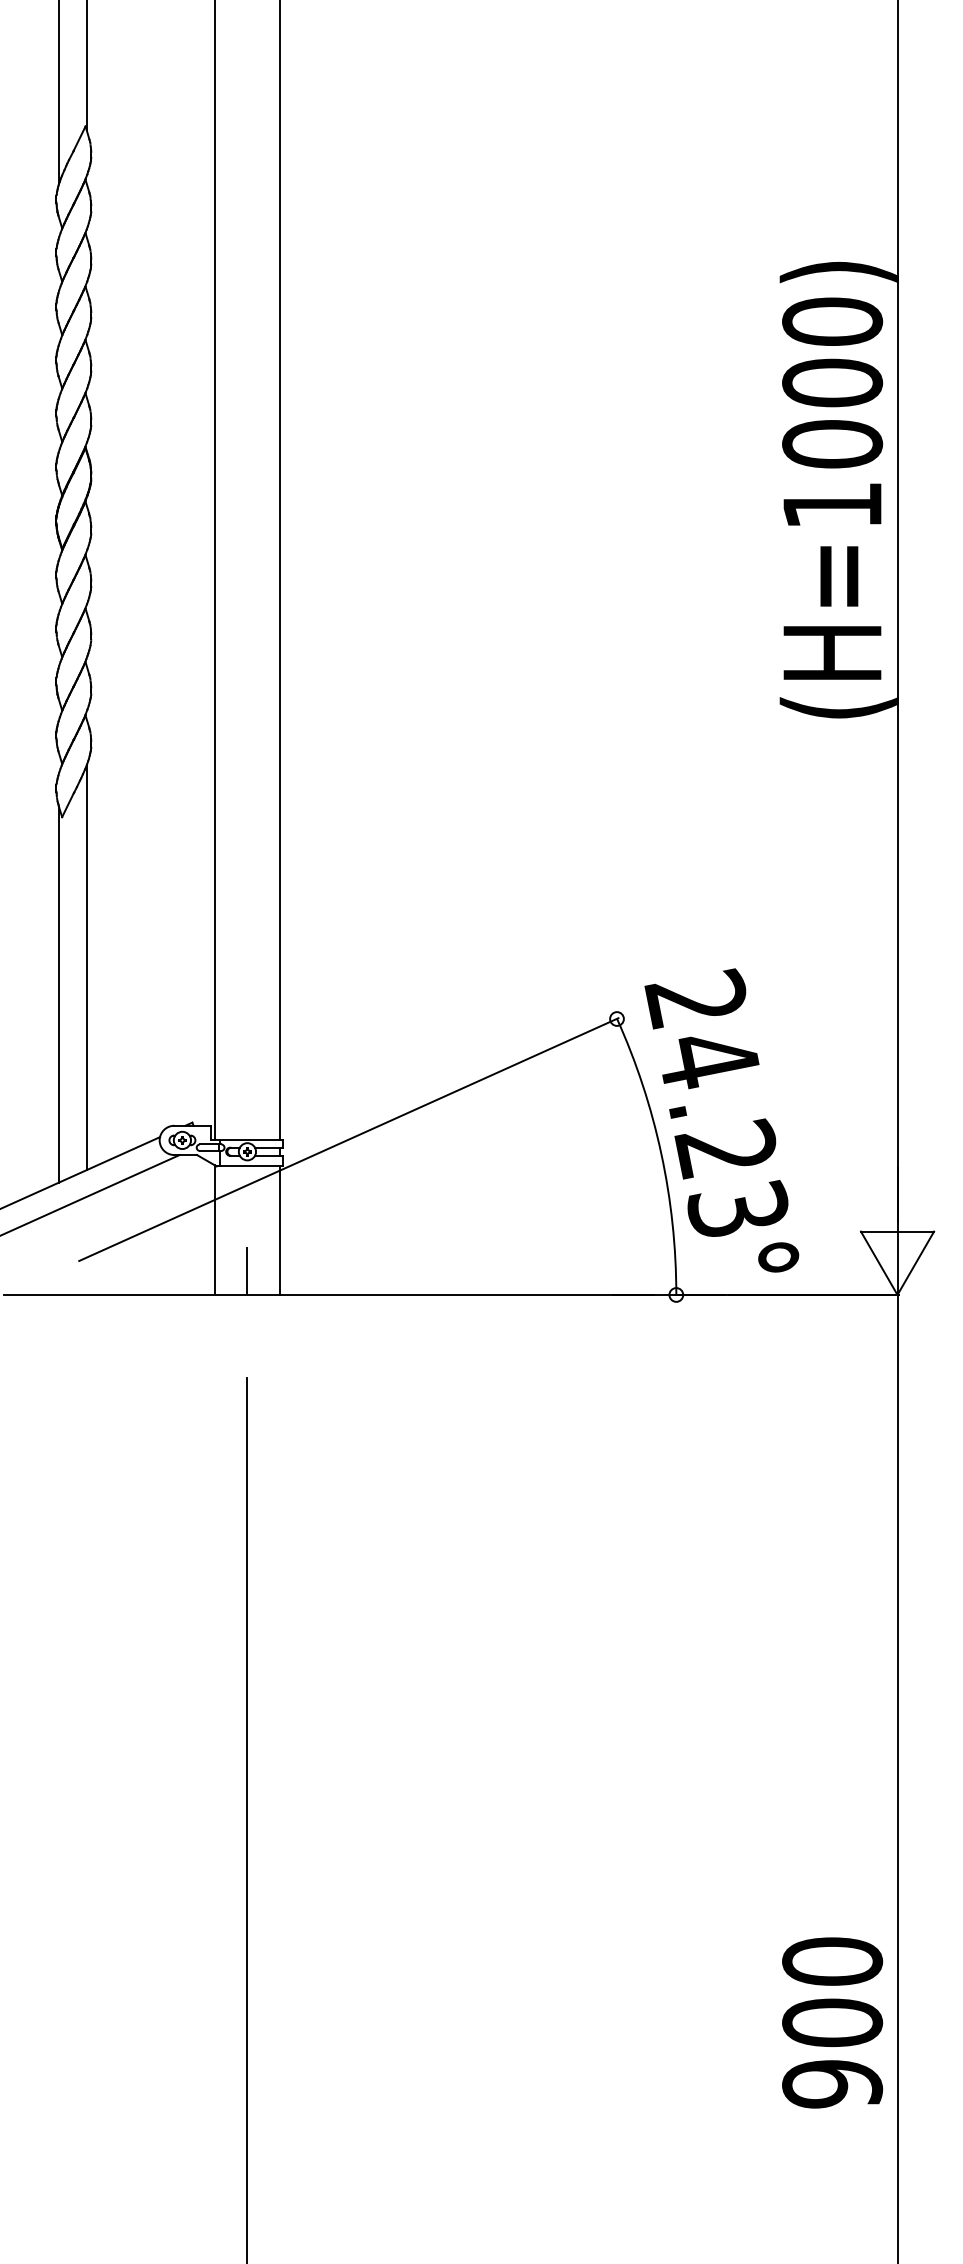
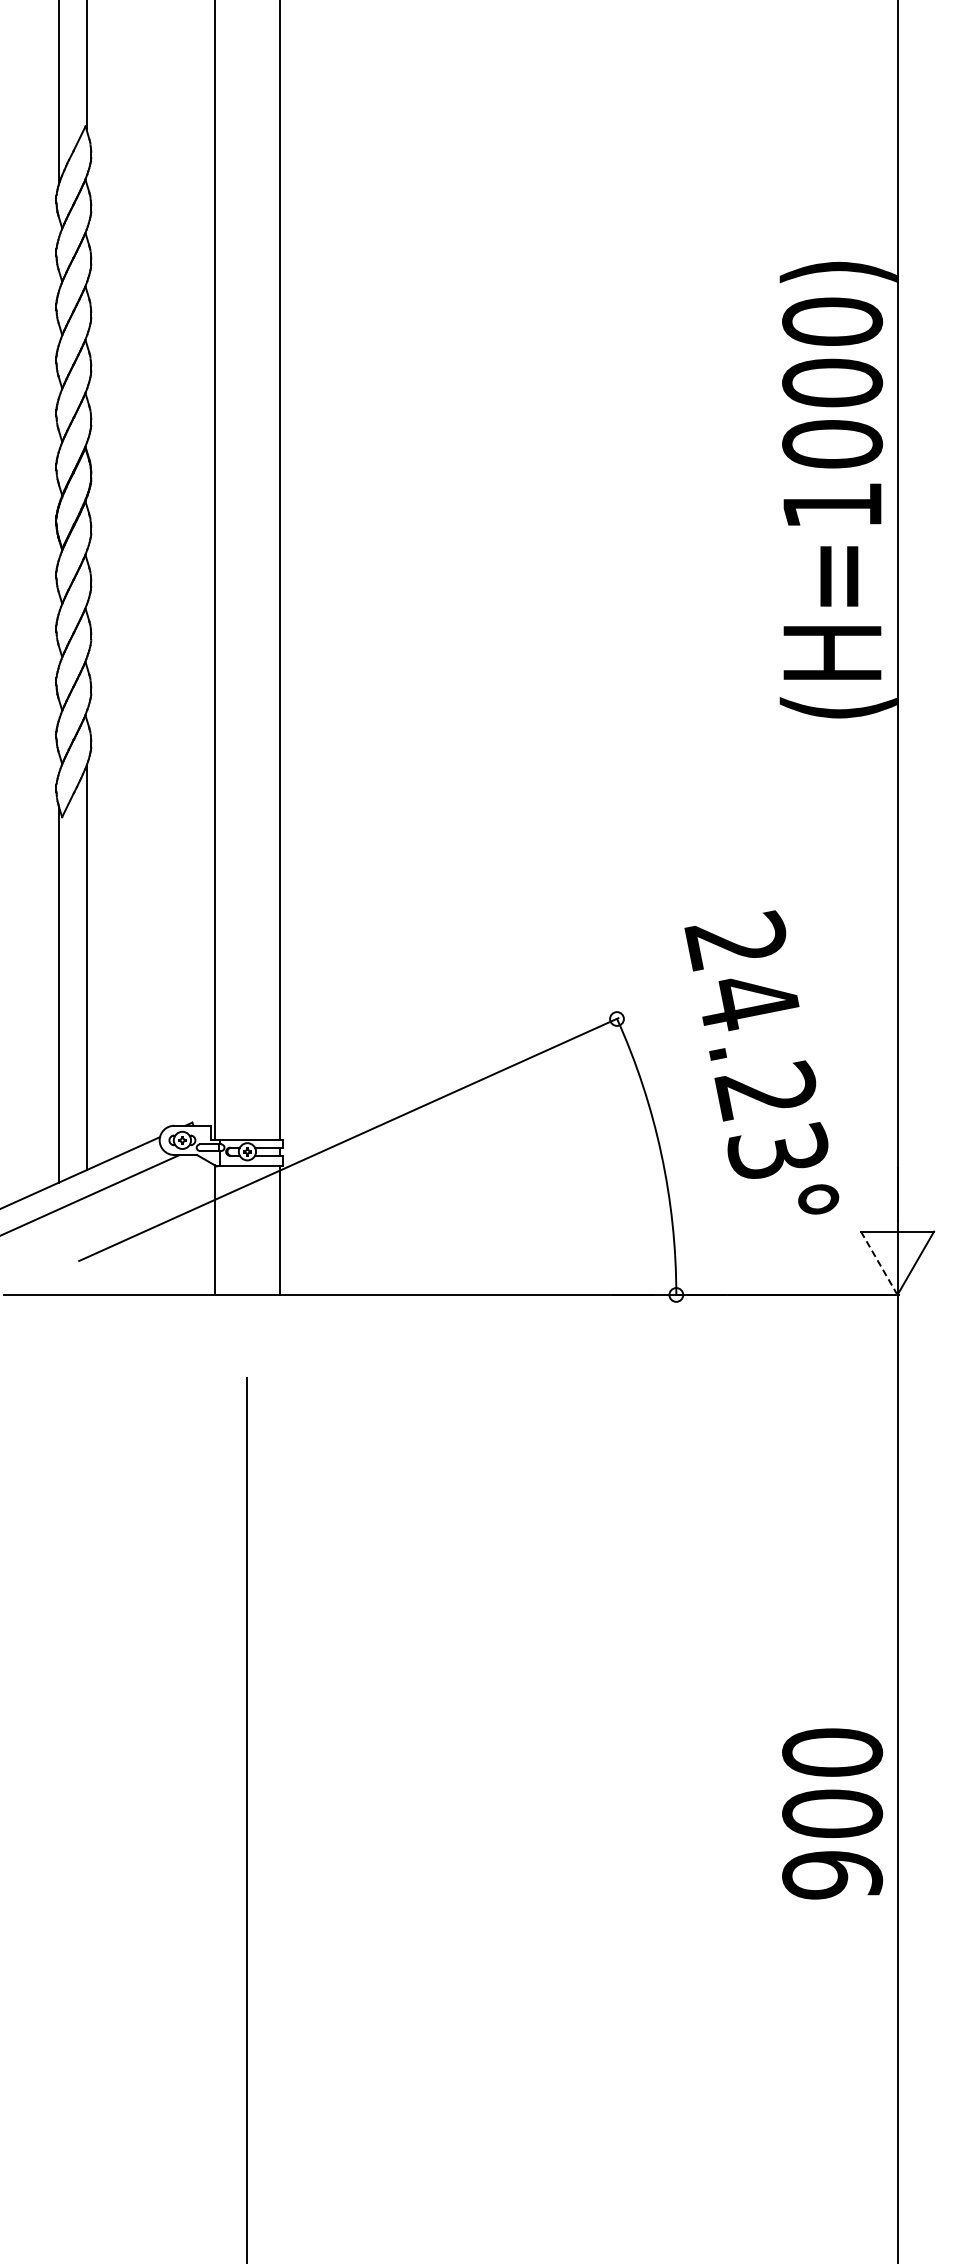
text at (721, 1120) position: (721, 1120) -> (761, 1062)
line at (879, 1263): solid -> dashed
line at (247, 1270): present -> none
text at (832, 2022) position: (832, 2022) -> (832, 1813)
